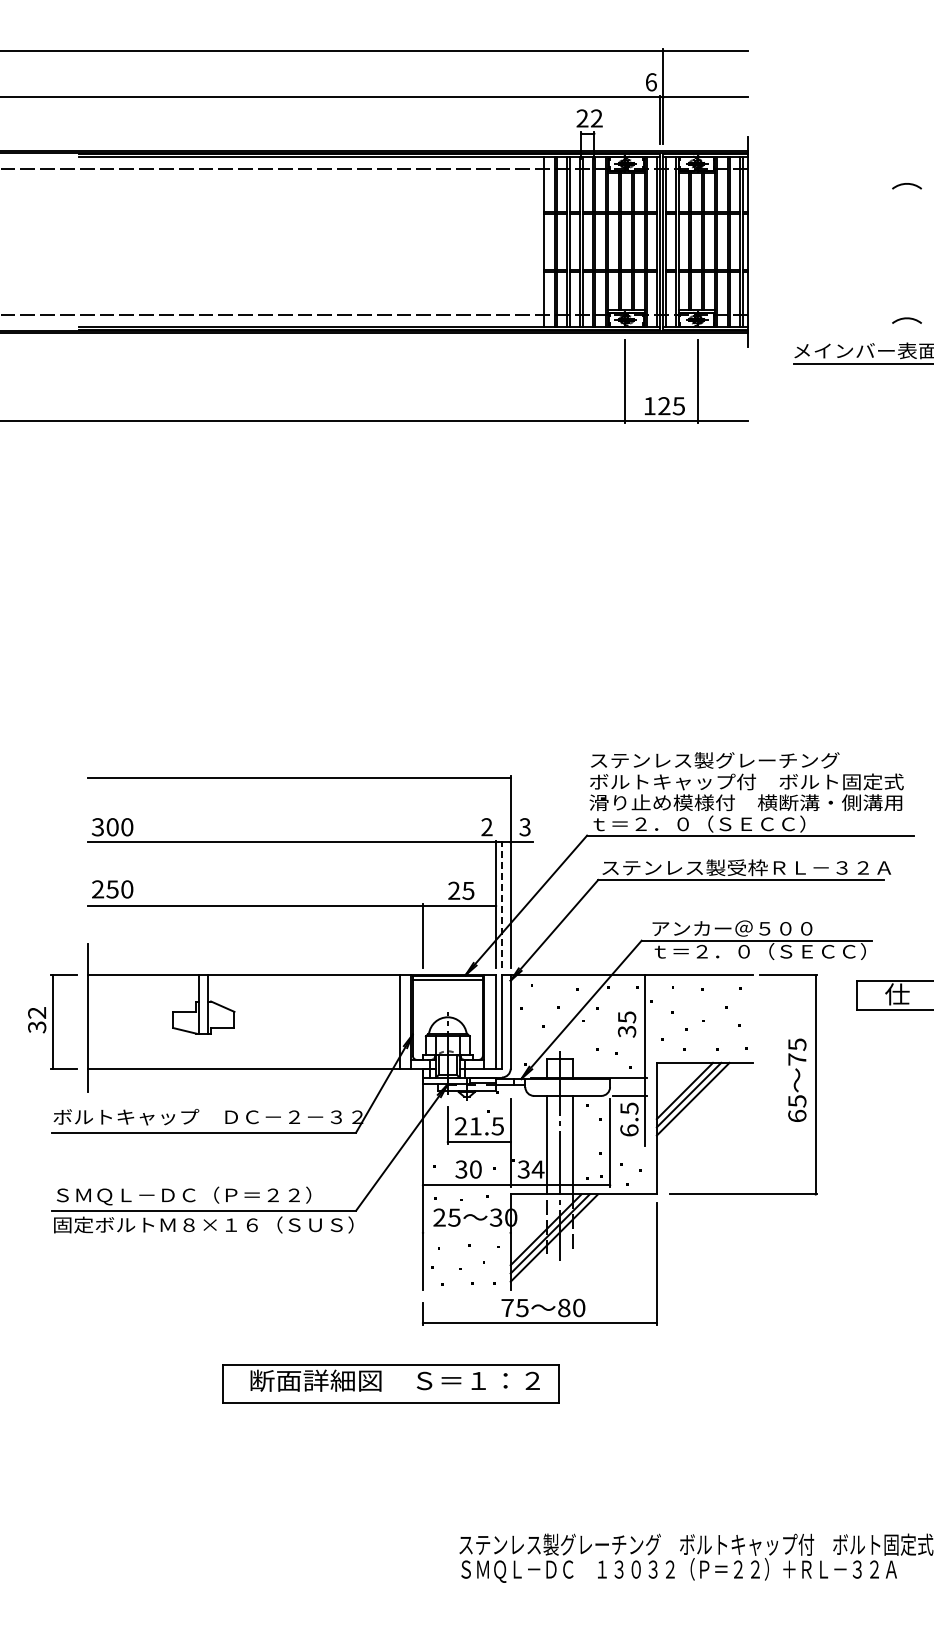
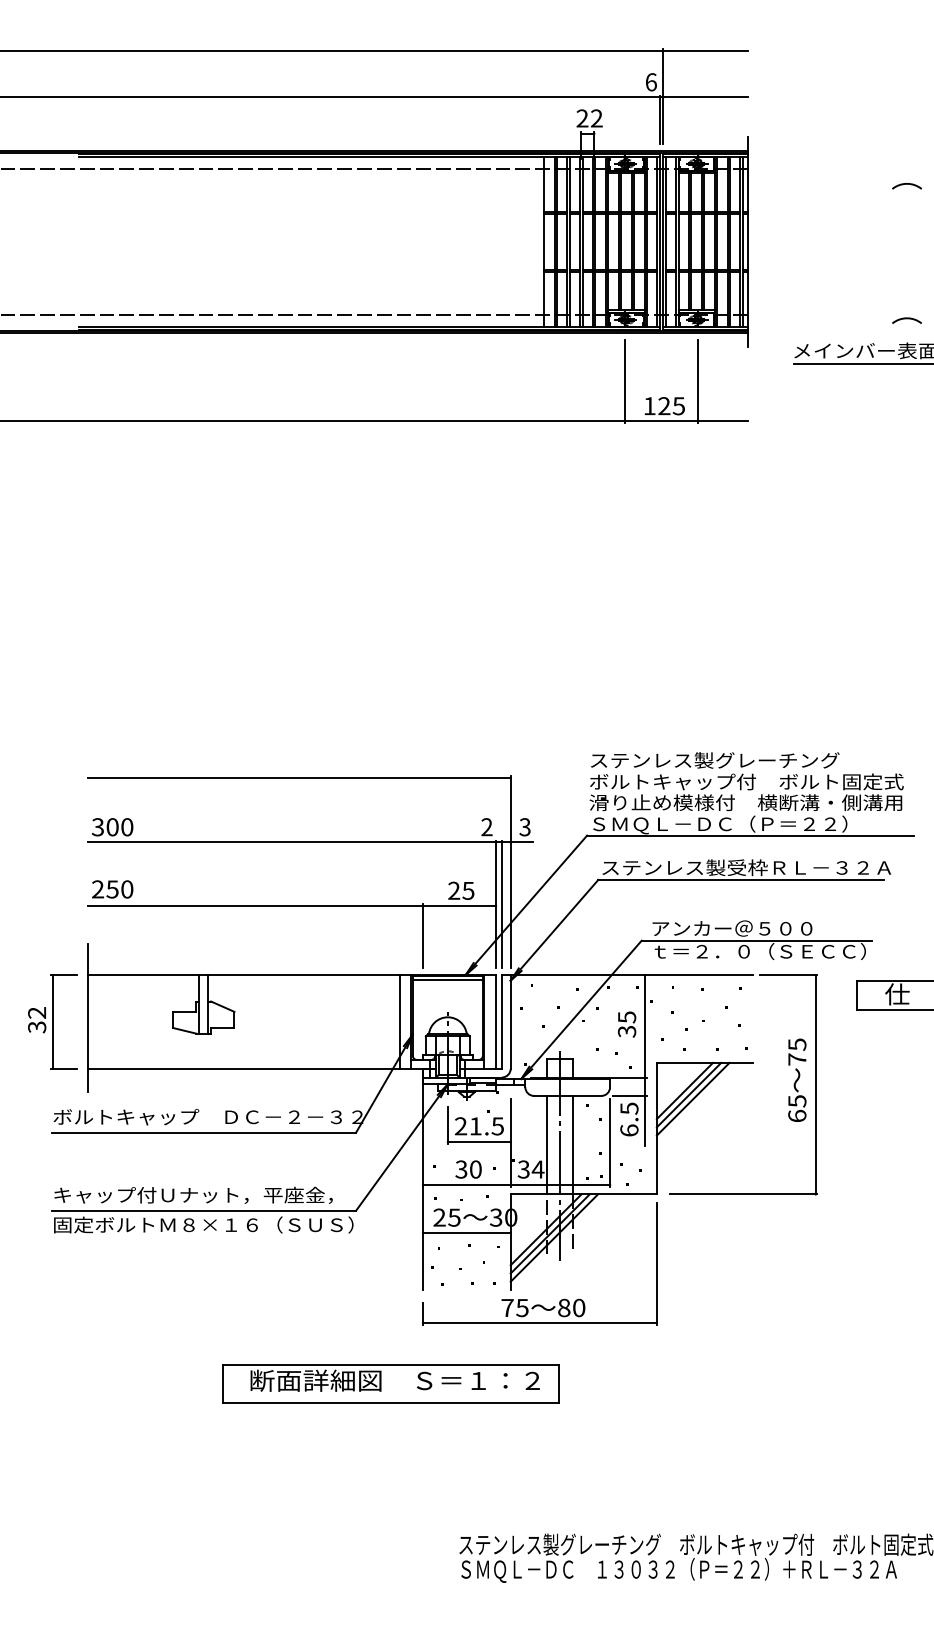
text at (720, 824): ｔ＝２．０（ＳＥＣＣ） -> ＳＭＱＬ－ＤＣ（Ｐ＝２２）
line at (501, 903): dashed -> solid
text at (193, 1195): ＳＭＱＬ－ＤＣ（Ｐ＝２２） -> キャップ付Ｕナット，平座金，
line at (466, 1232): none -> present
